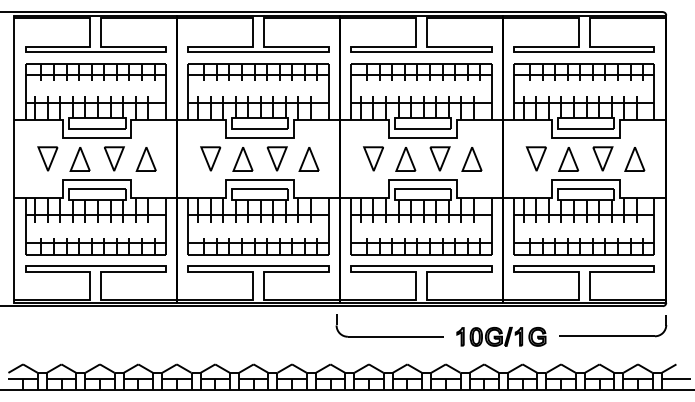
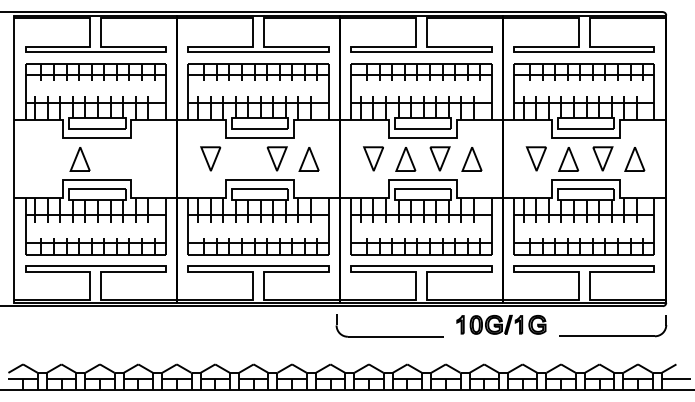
part at (47, 158): present -> none
part at (114, 158): present -> none
part at (145, 159): present -> none
part at (242, 159): present -> none
part at (501, 336) position: (501, 336) -> (501, 324)
